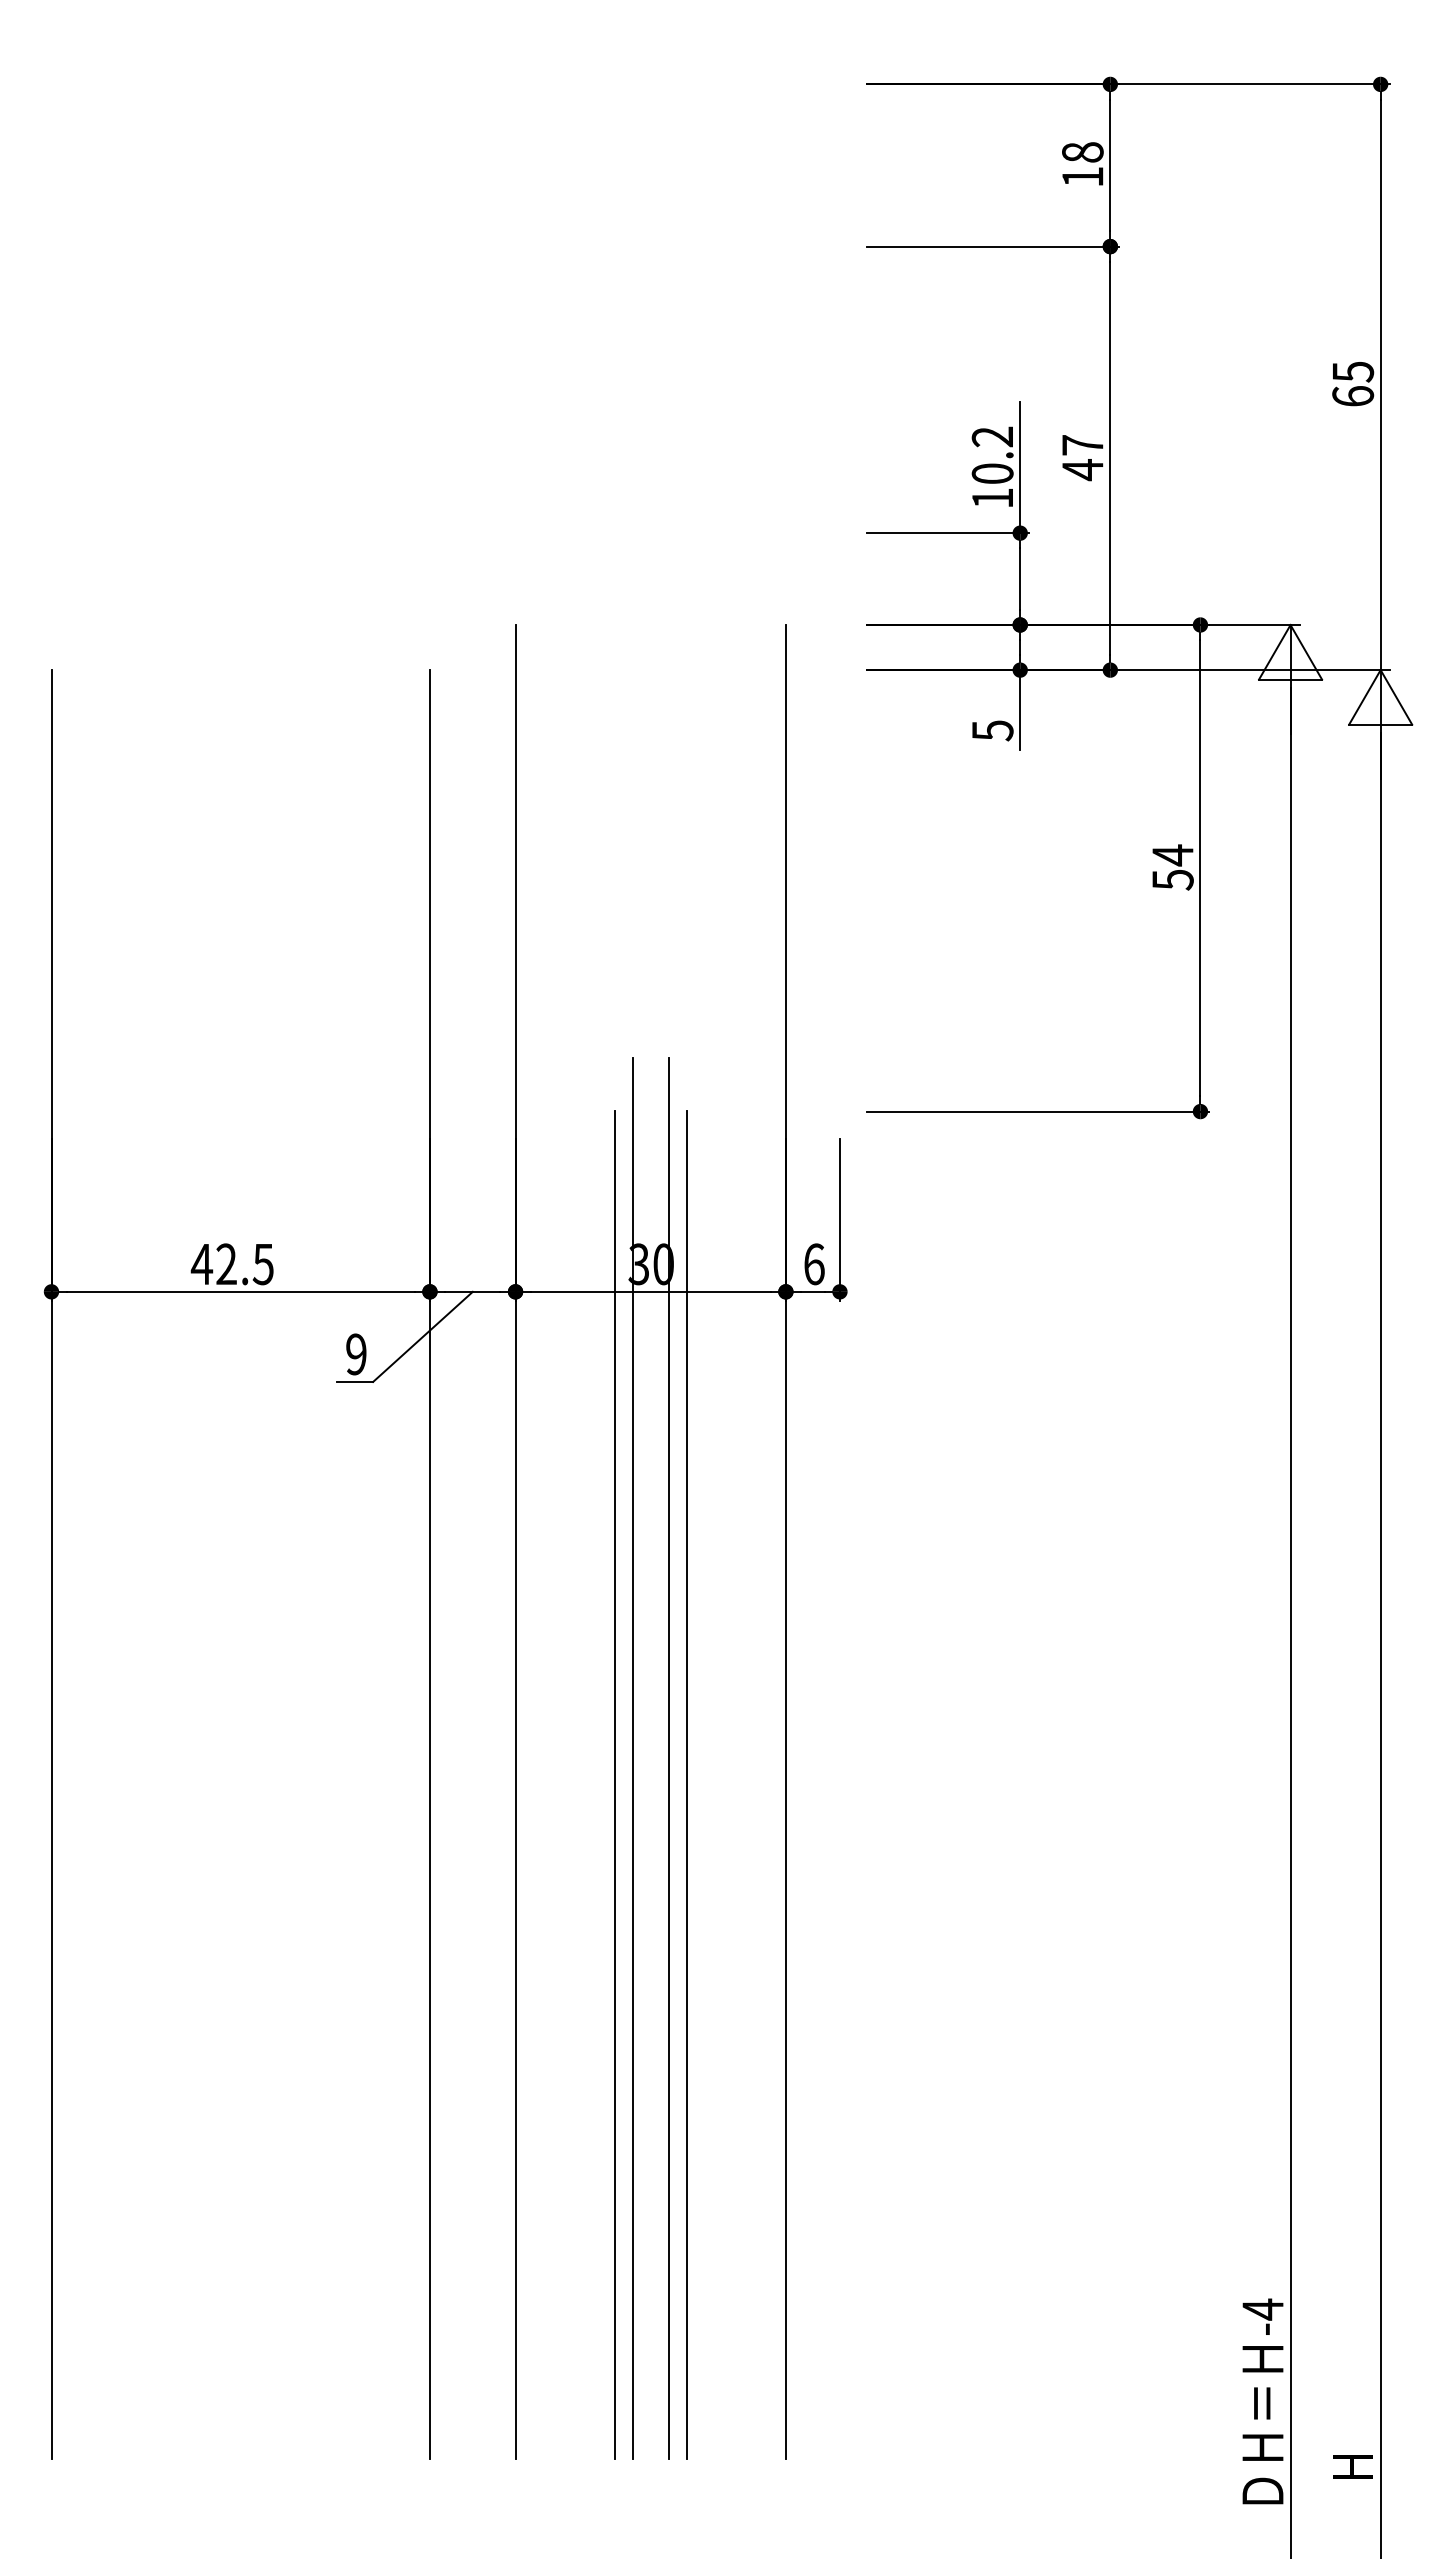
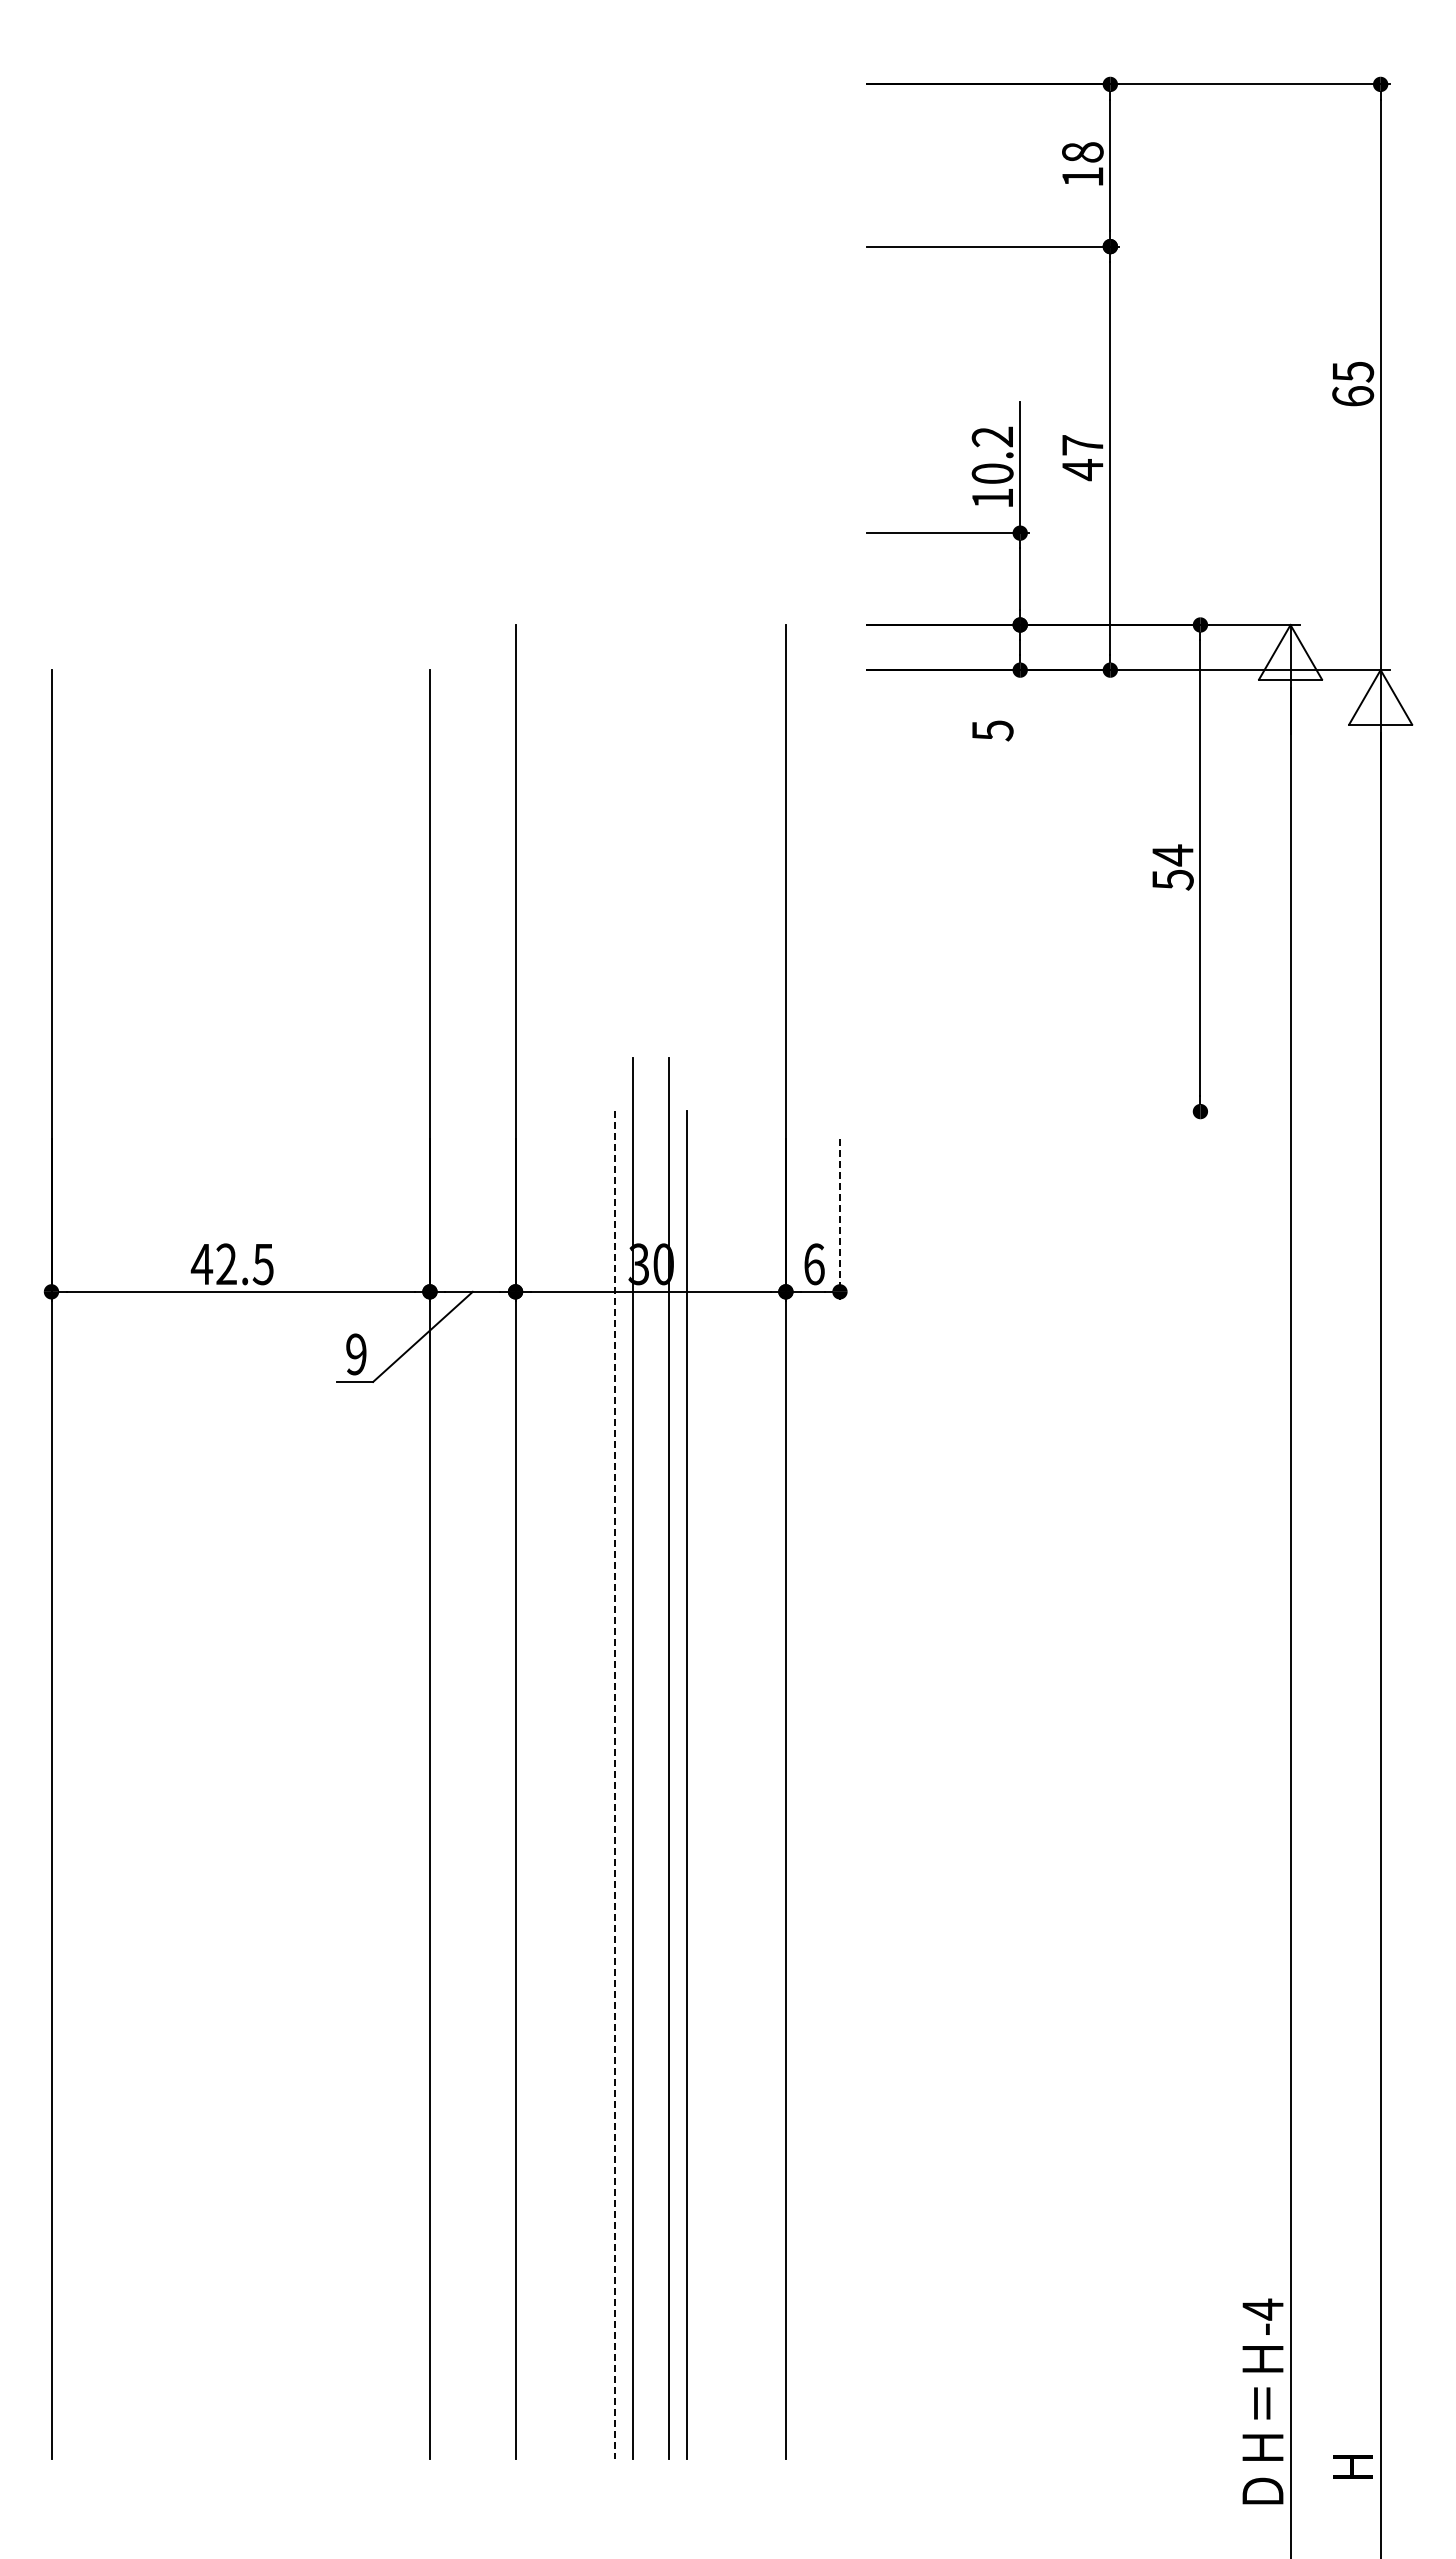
line at (1020, 710): present -> none
line at (1038, 1111): present -> none
line at (840, 1220): solid -> dashed
line at (614, 1785): solid -> dashed
